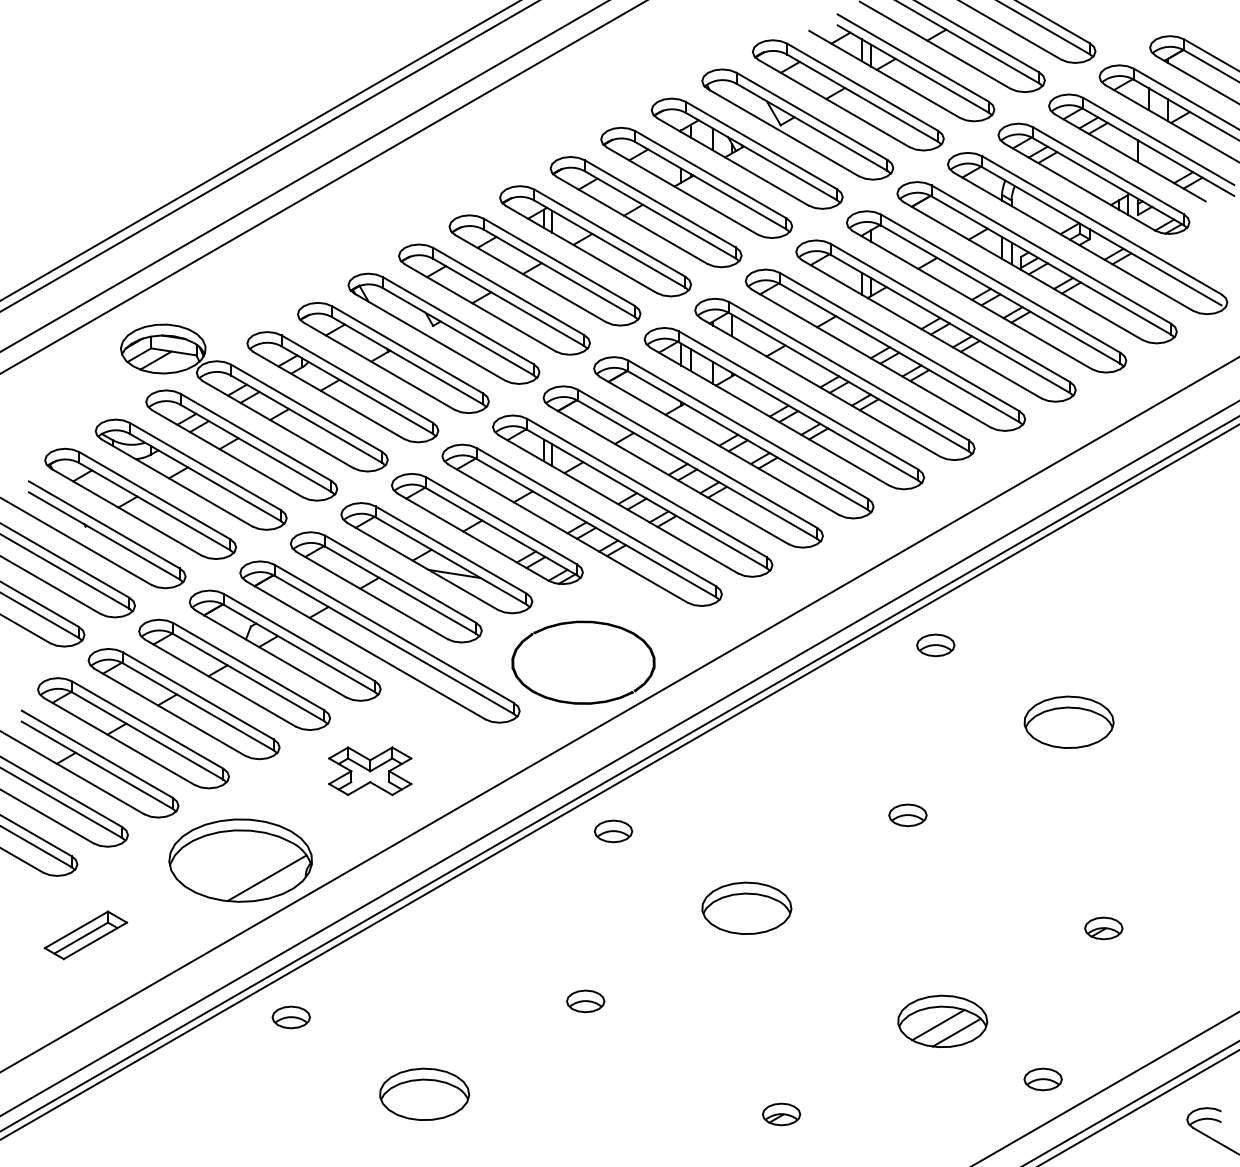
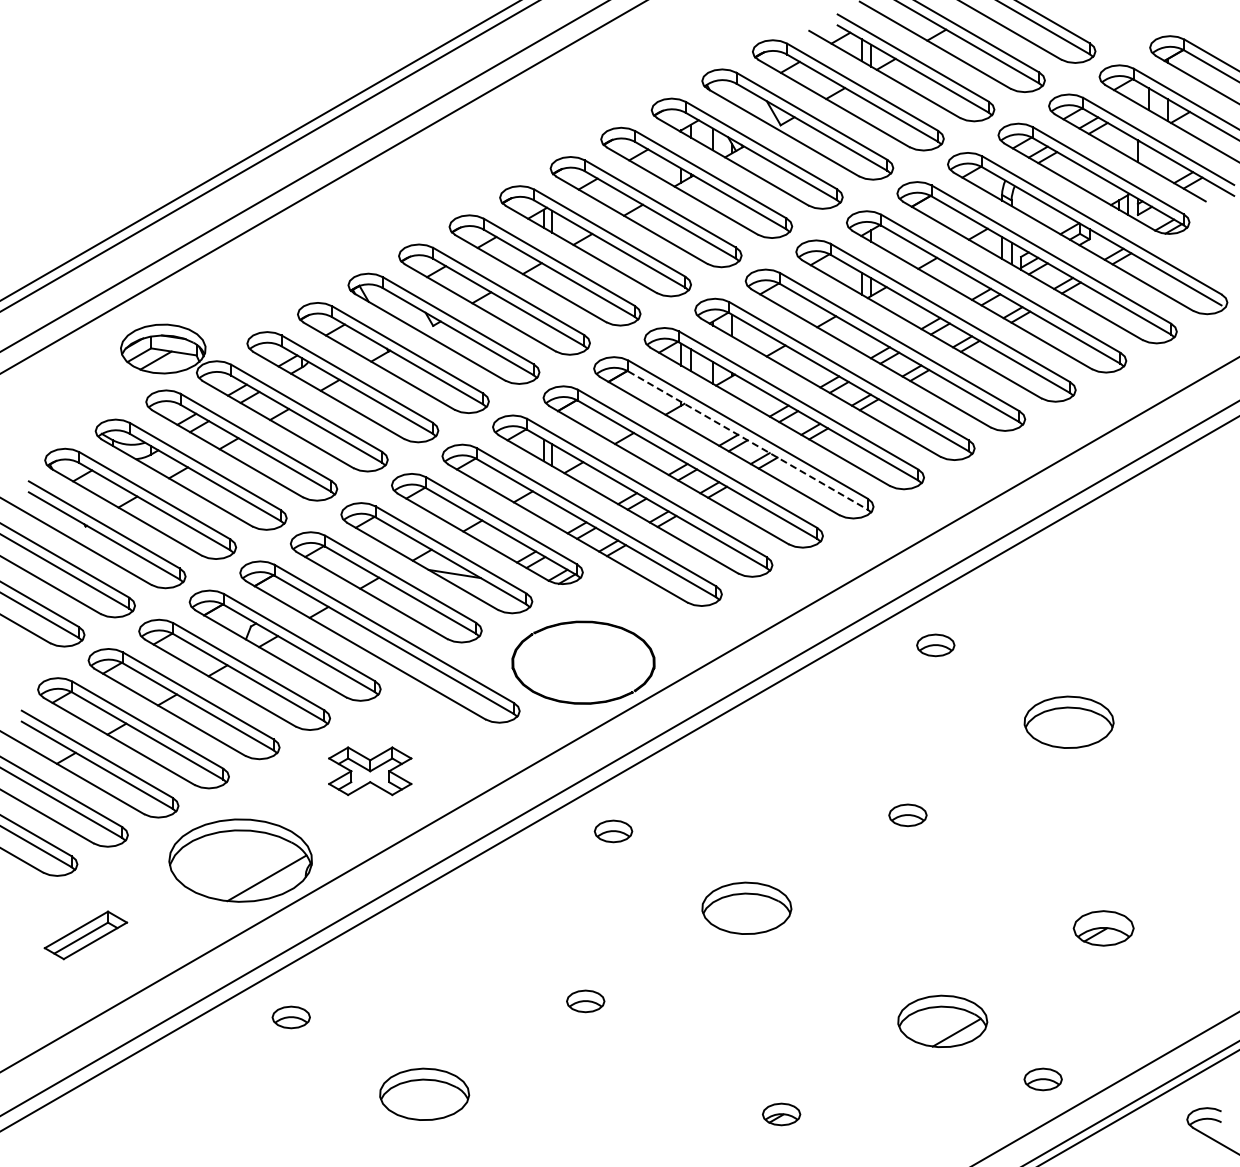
line at (748, 440): solid -> dashed
line at (619, 782): present -> none
part at (1103, 928) size: 40x25 px -> 63x37 px
line at (938, 1024): present -> none
